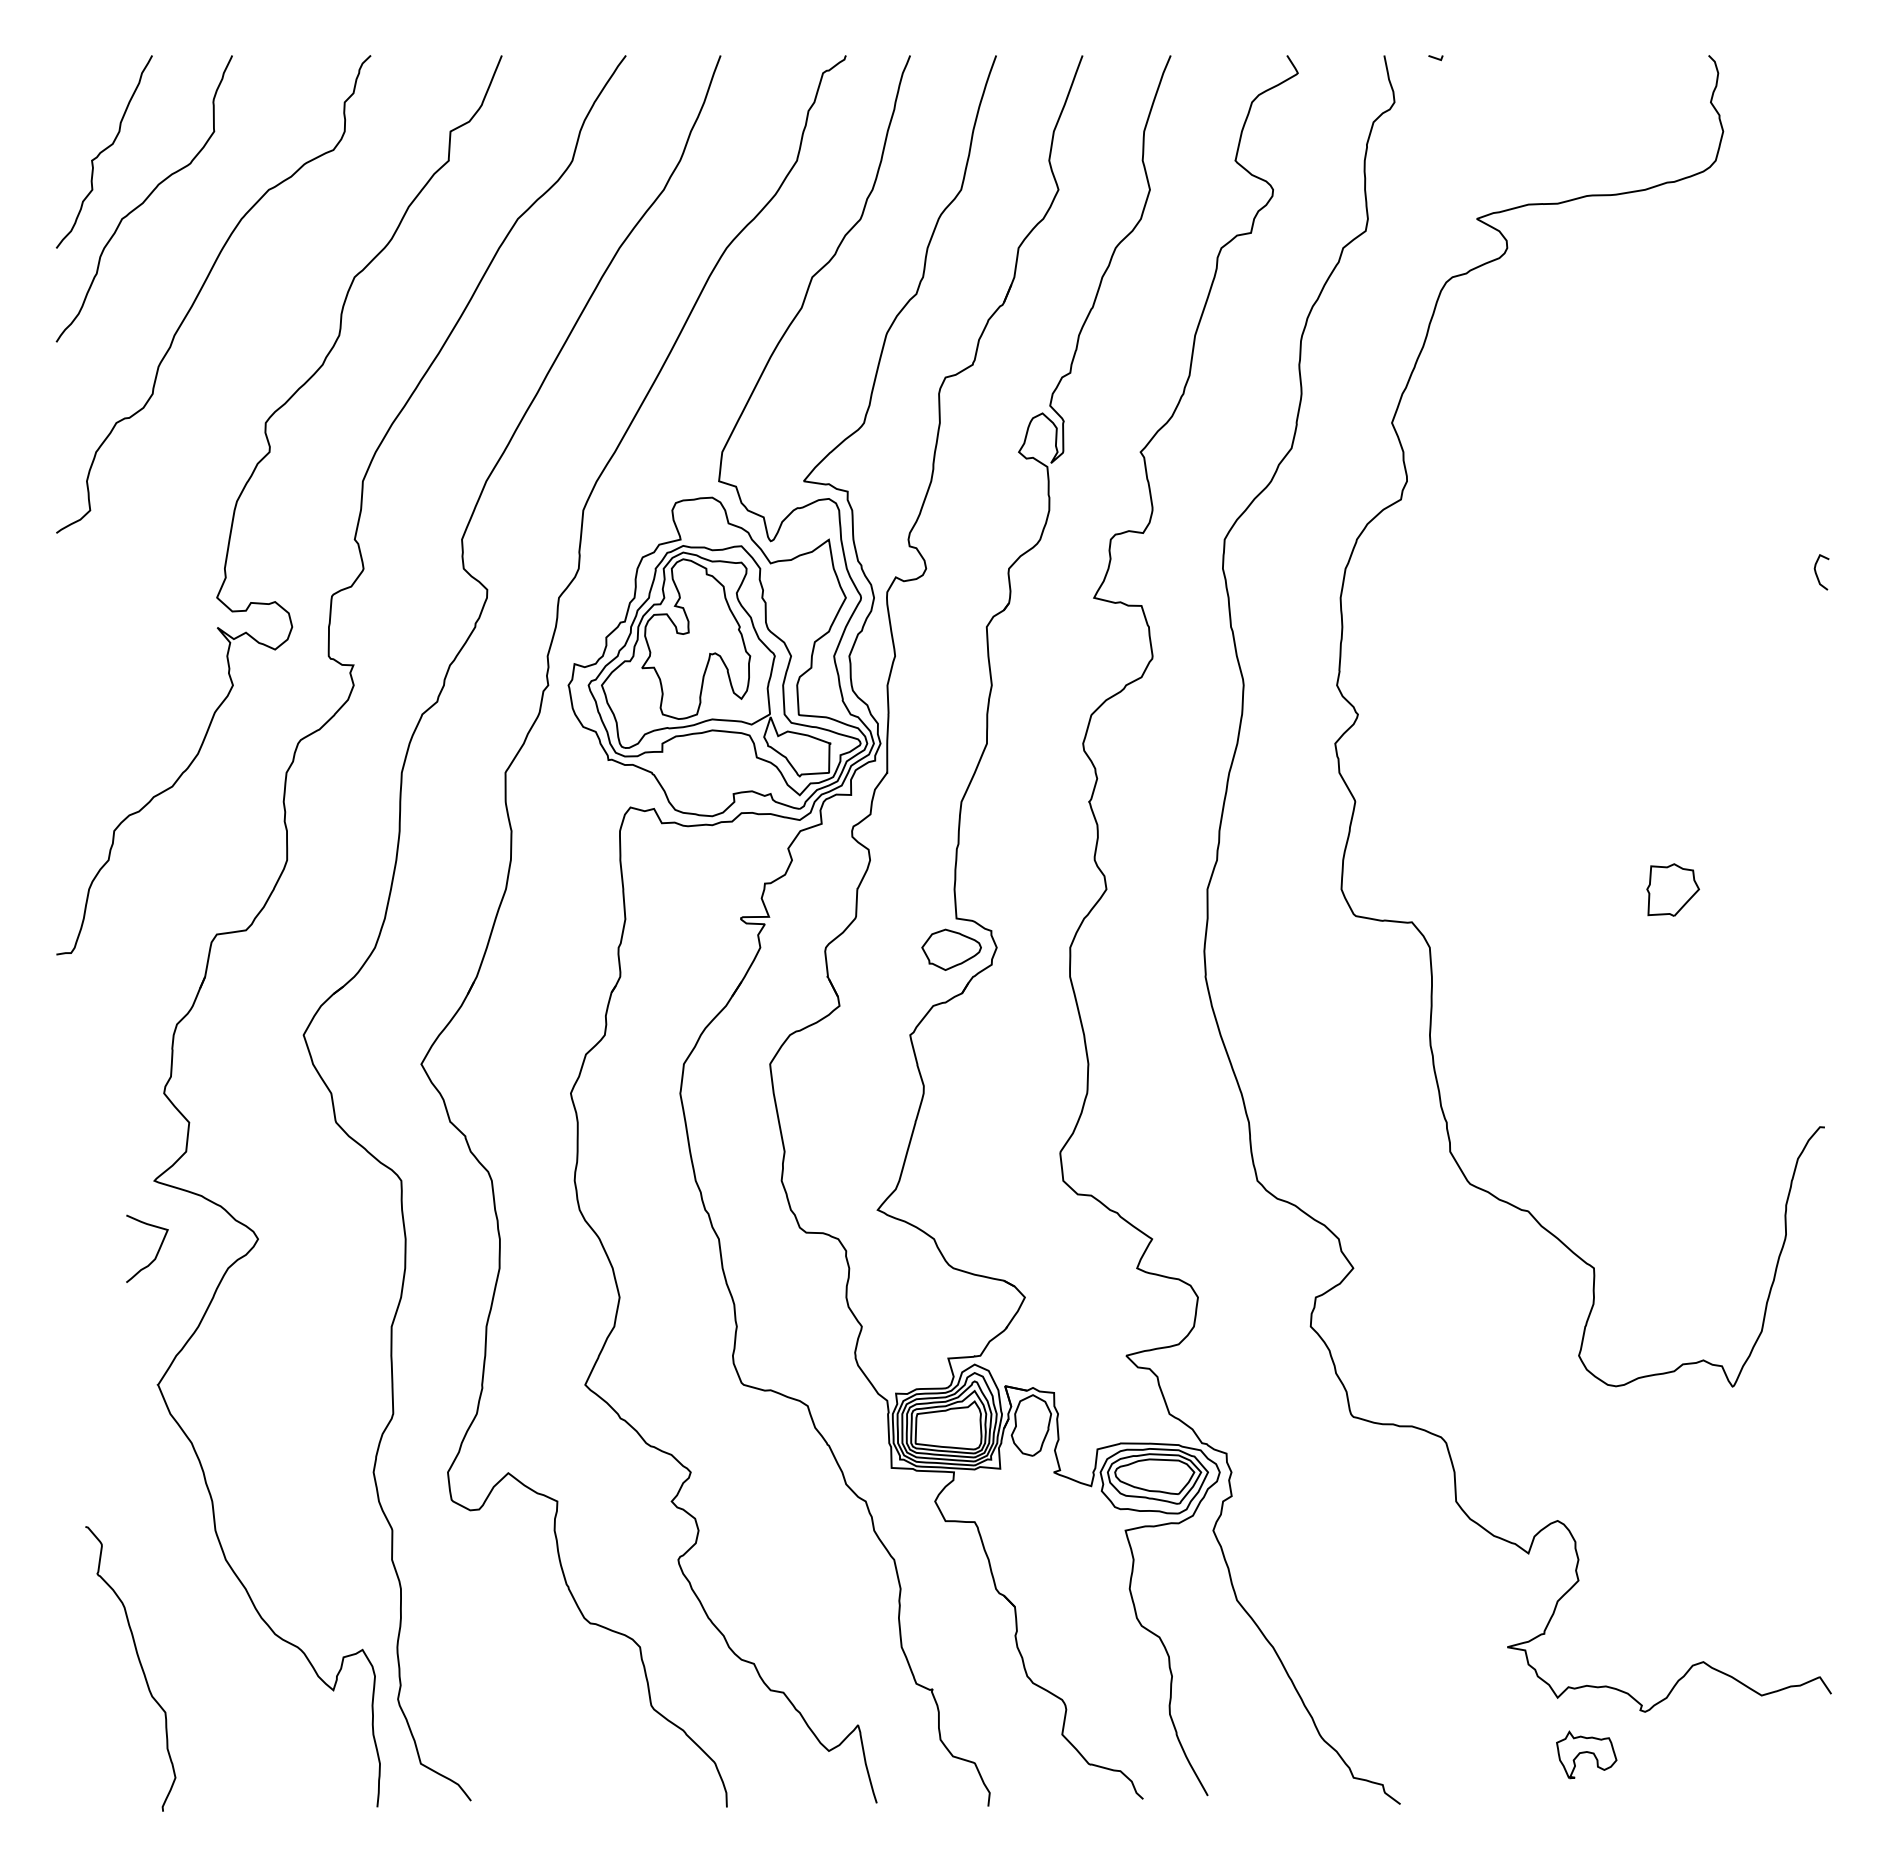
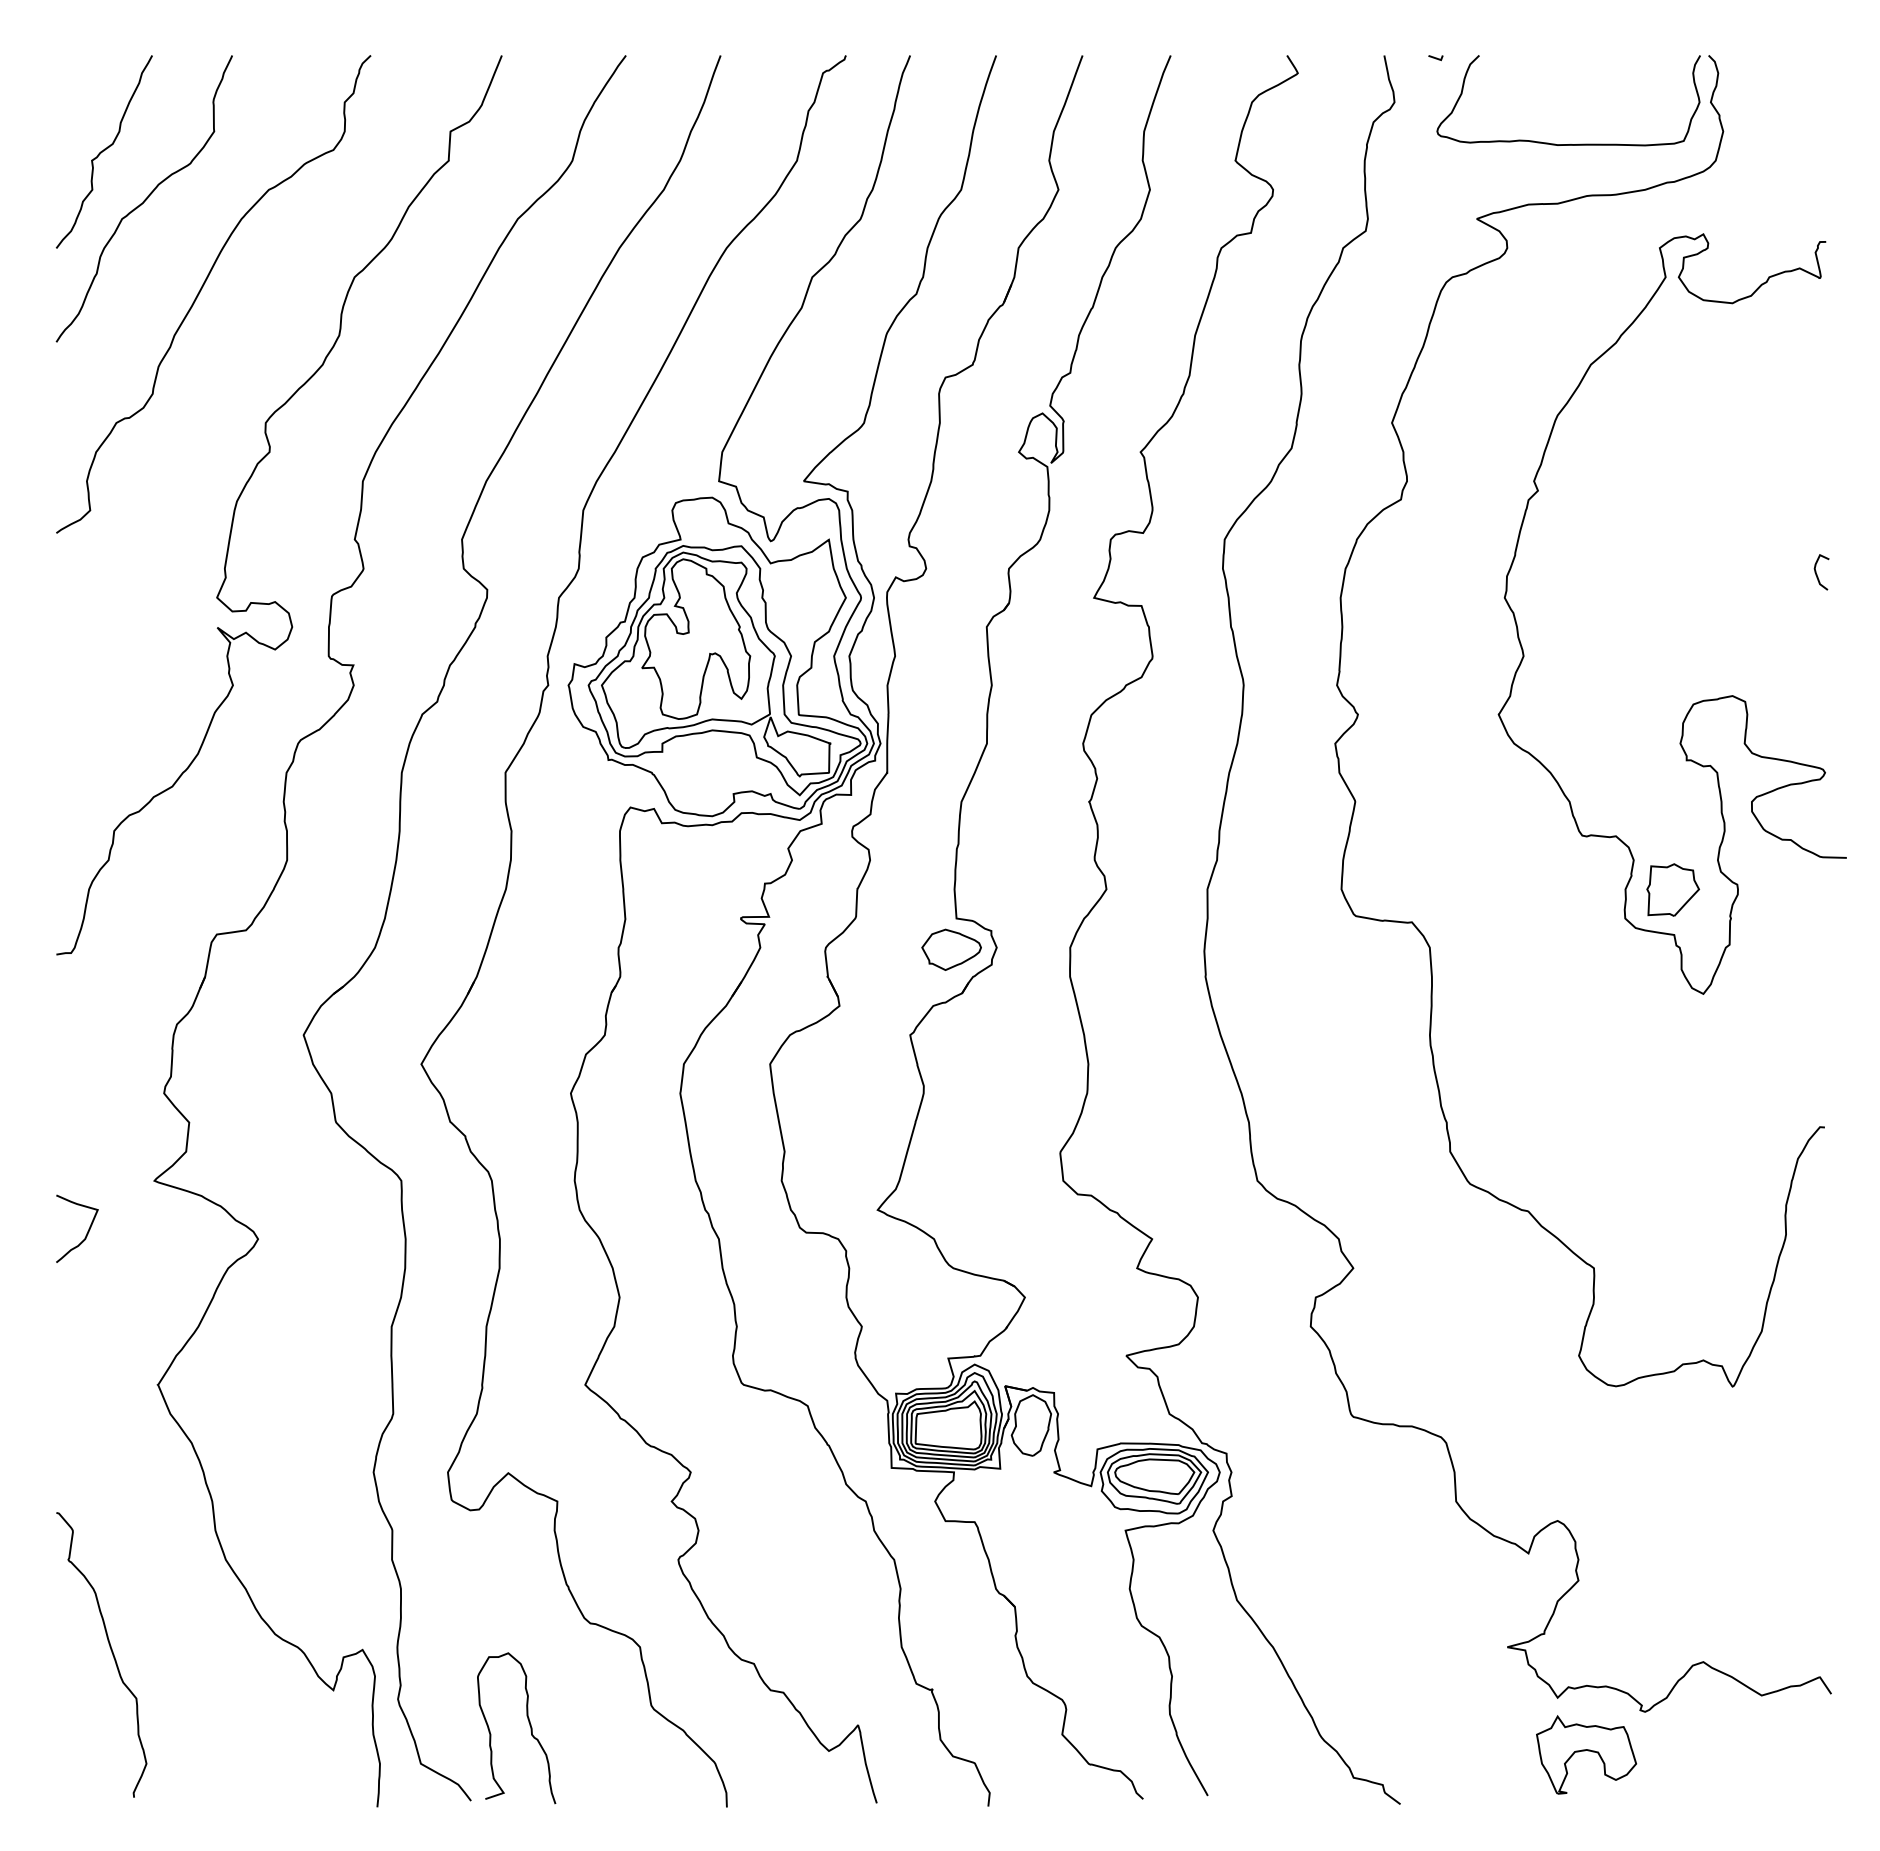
curve at (1568, 144): none -> present
curve at (1701, 700): none -> present
curve at (156, 1253) position: (156, 1253) -> (86, 1233)
curve at (139, 1664) position: (139, 1664) -> (110, 1650)
curve at (529, 1725): none -> present
part at (1586, 1754) size: 62x50 px -> 102x80 px
